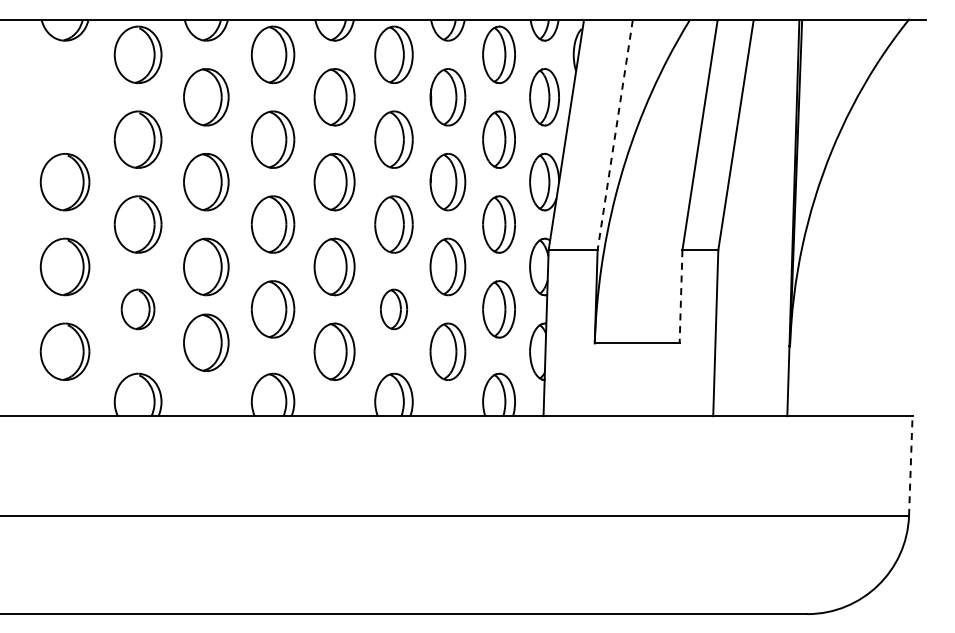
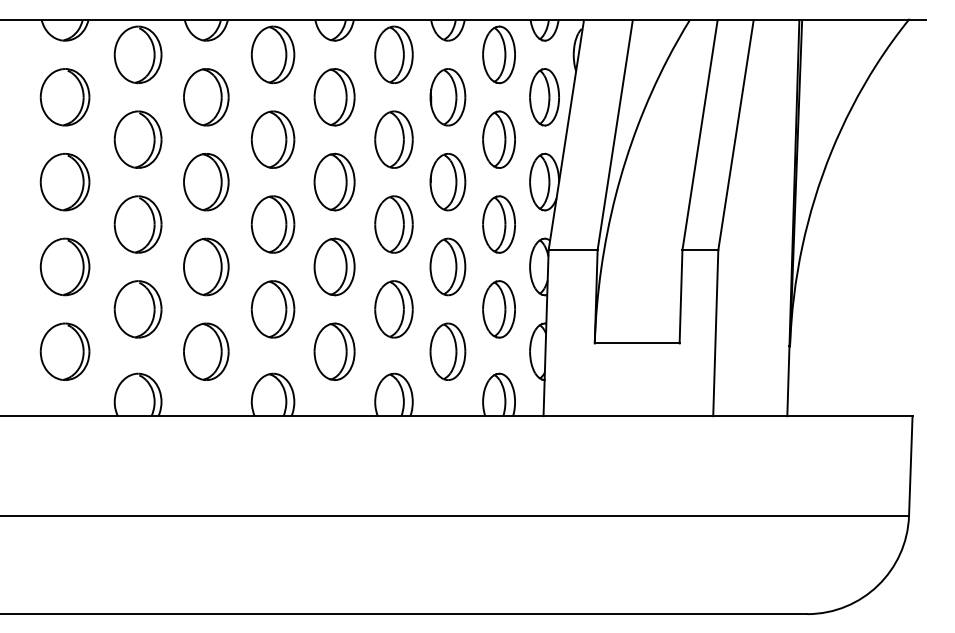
part at (64, 97): none -> present
line at (615, 135): dashed -> solid
line at (681, 296): dashed -> solid
part at (137, 309) size: 36x43 px -> 50x59 px
part at (393, 309) size: 28x43 px -> 40x59 px
part at (206, 342) position: (206, 342) -> (206, 351)
line at (910, 466): dashed -> solid
